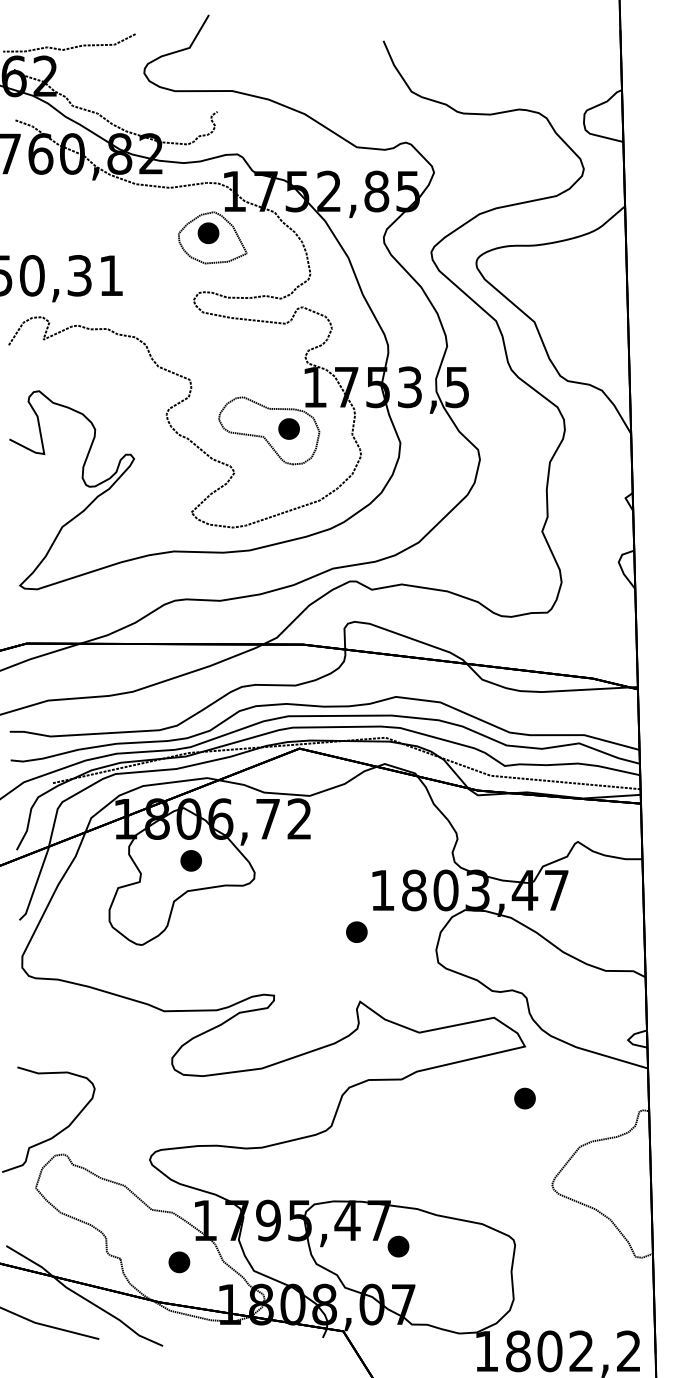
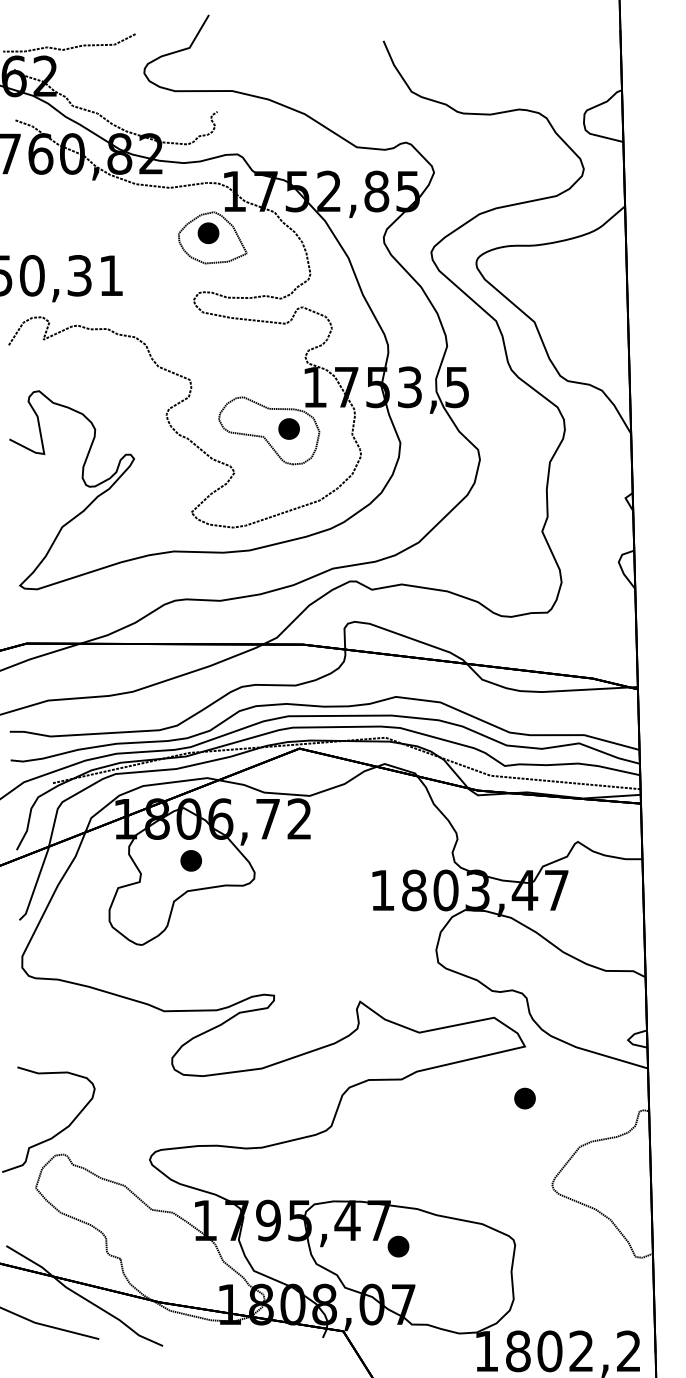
part at (356, 931): present -> none
part at (179, 1262): present -> none
